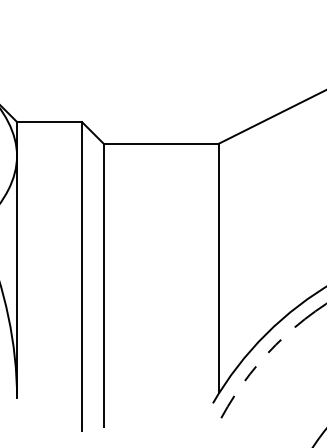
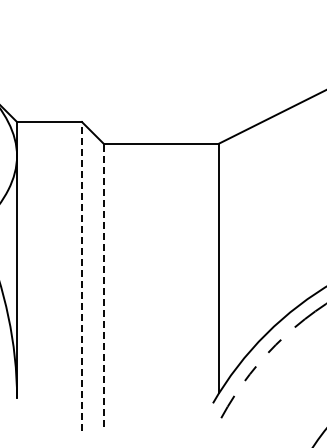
line at (81, 276): solid -> dashed
line at (103, 285): solid -> dashed
